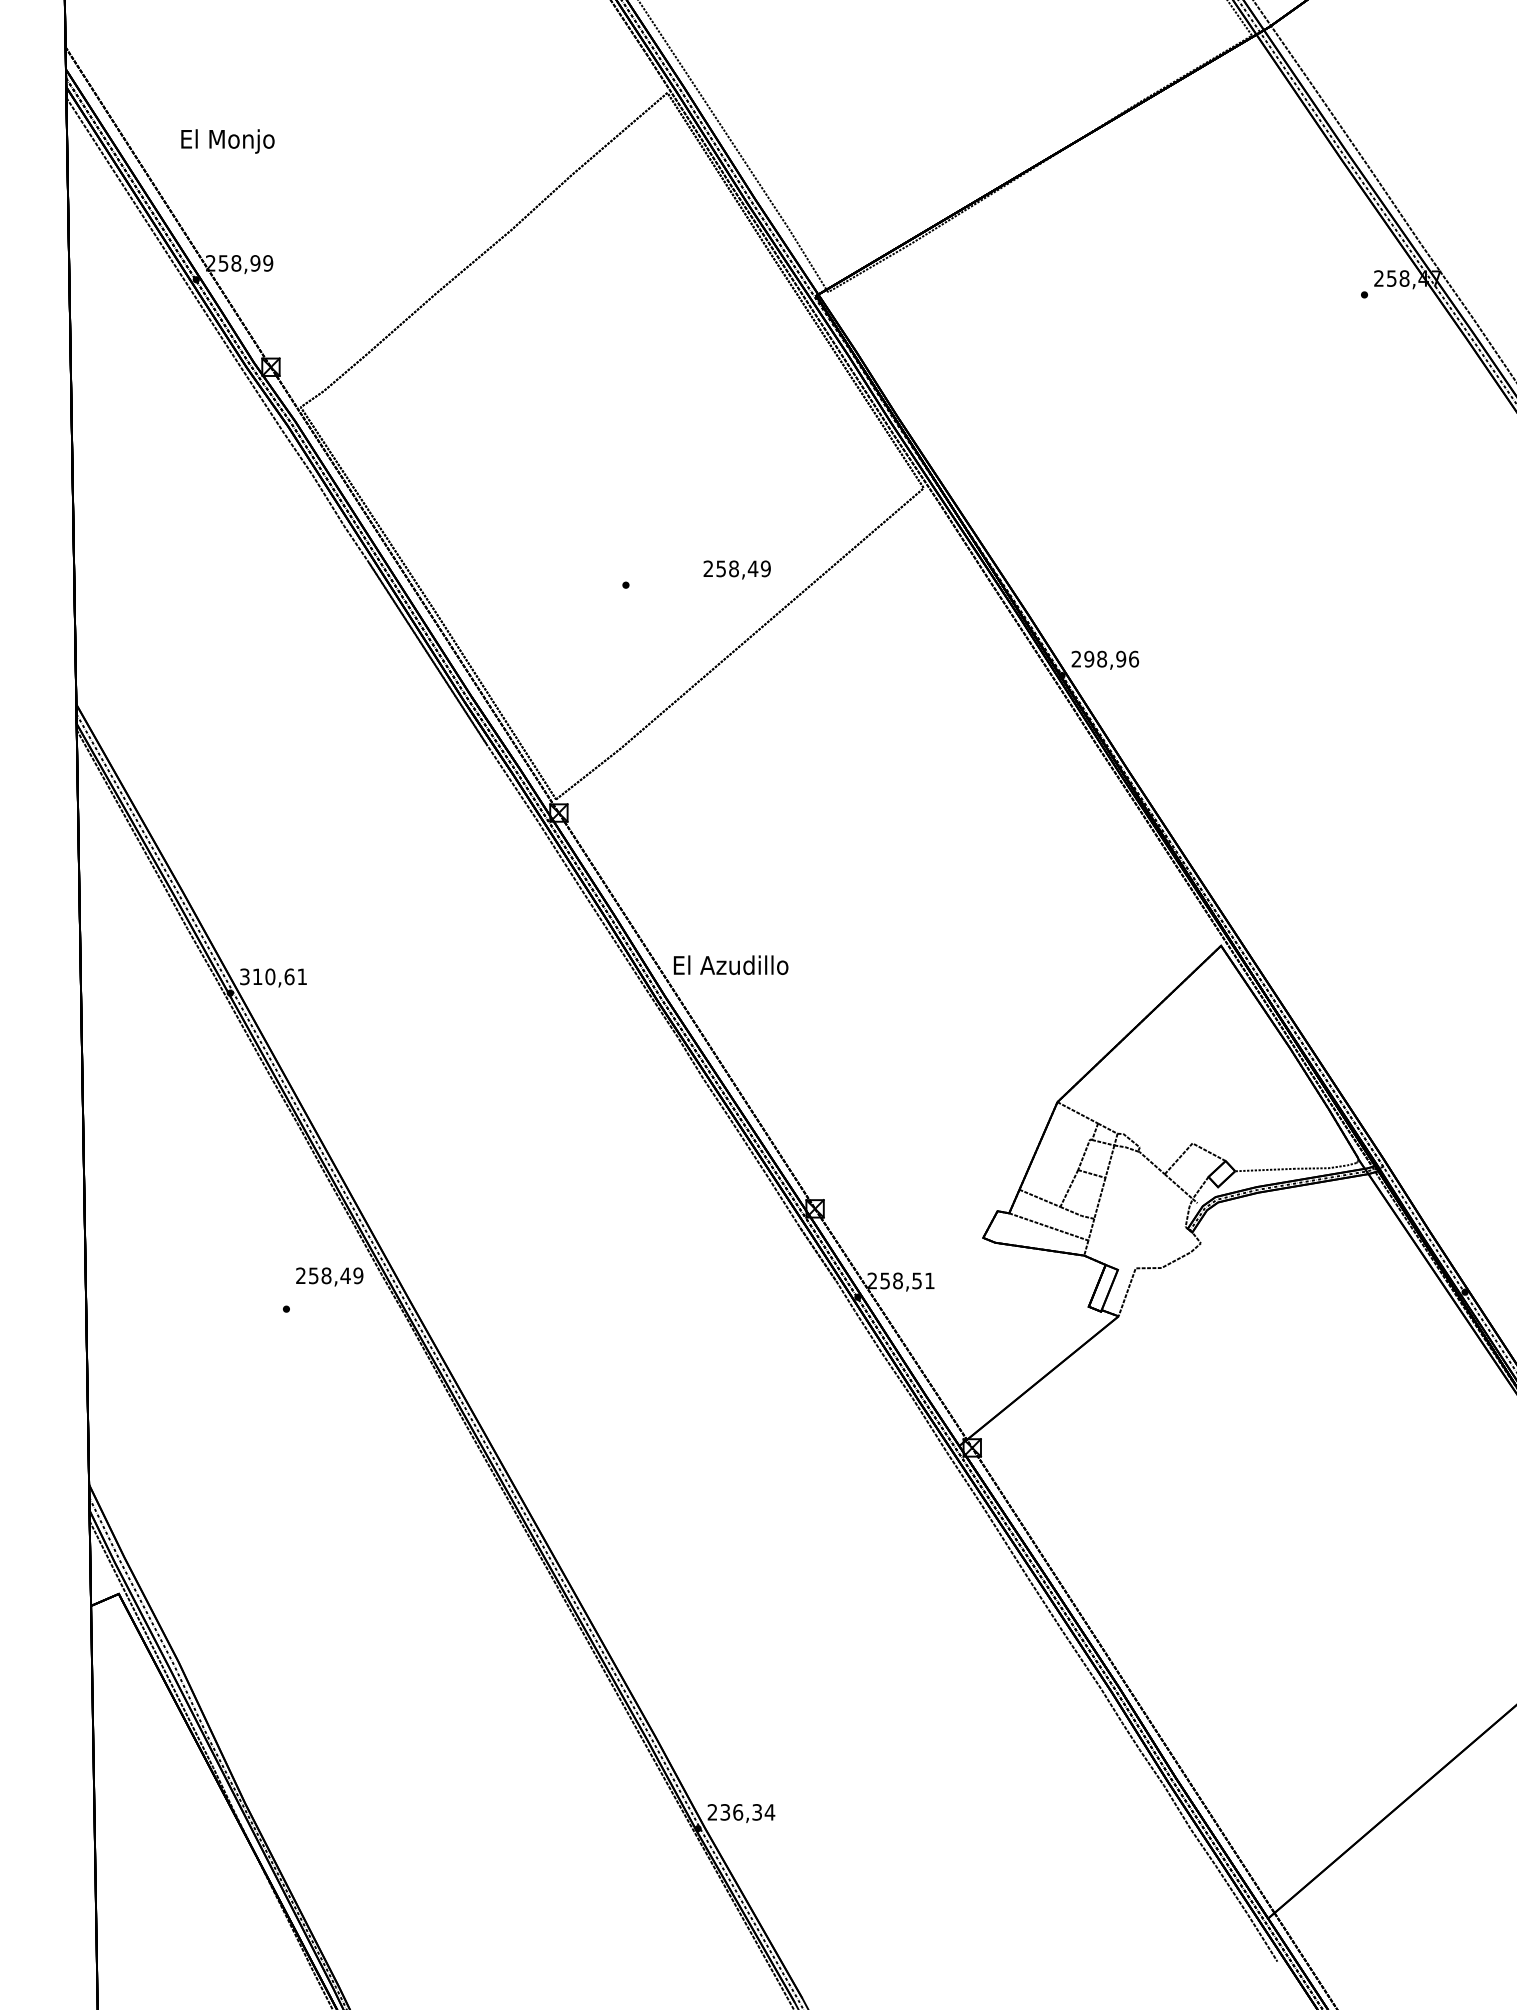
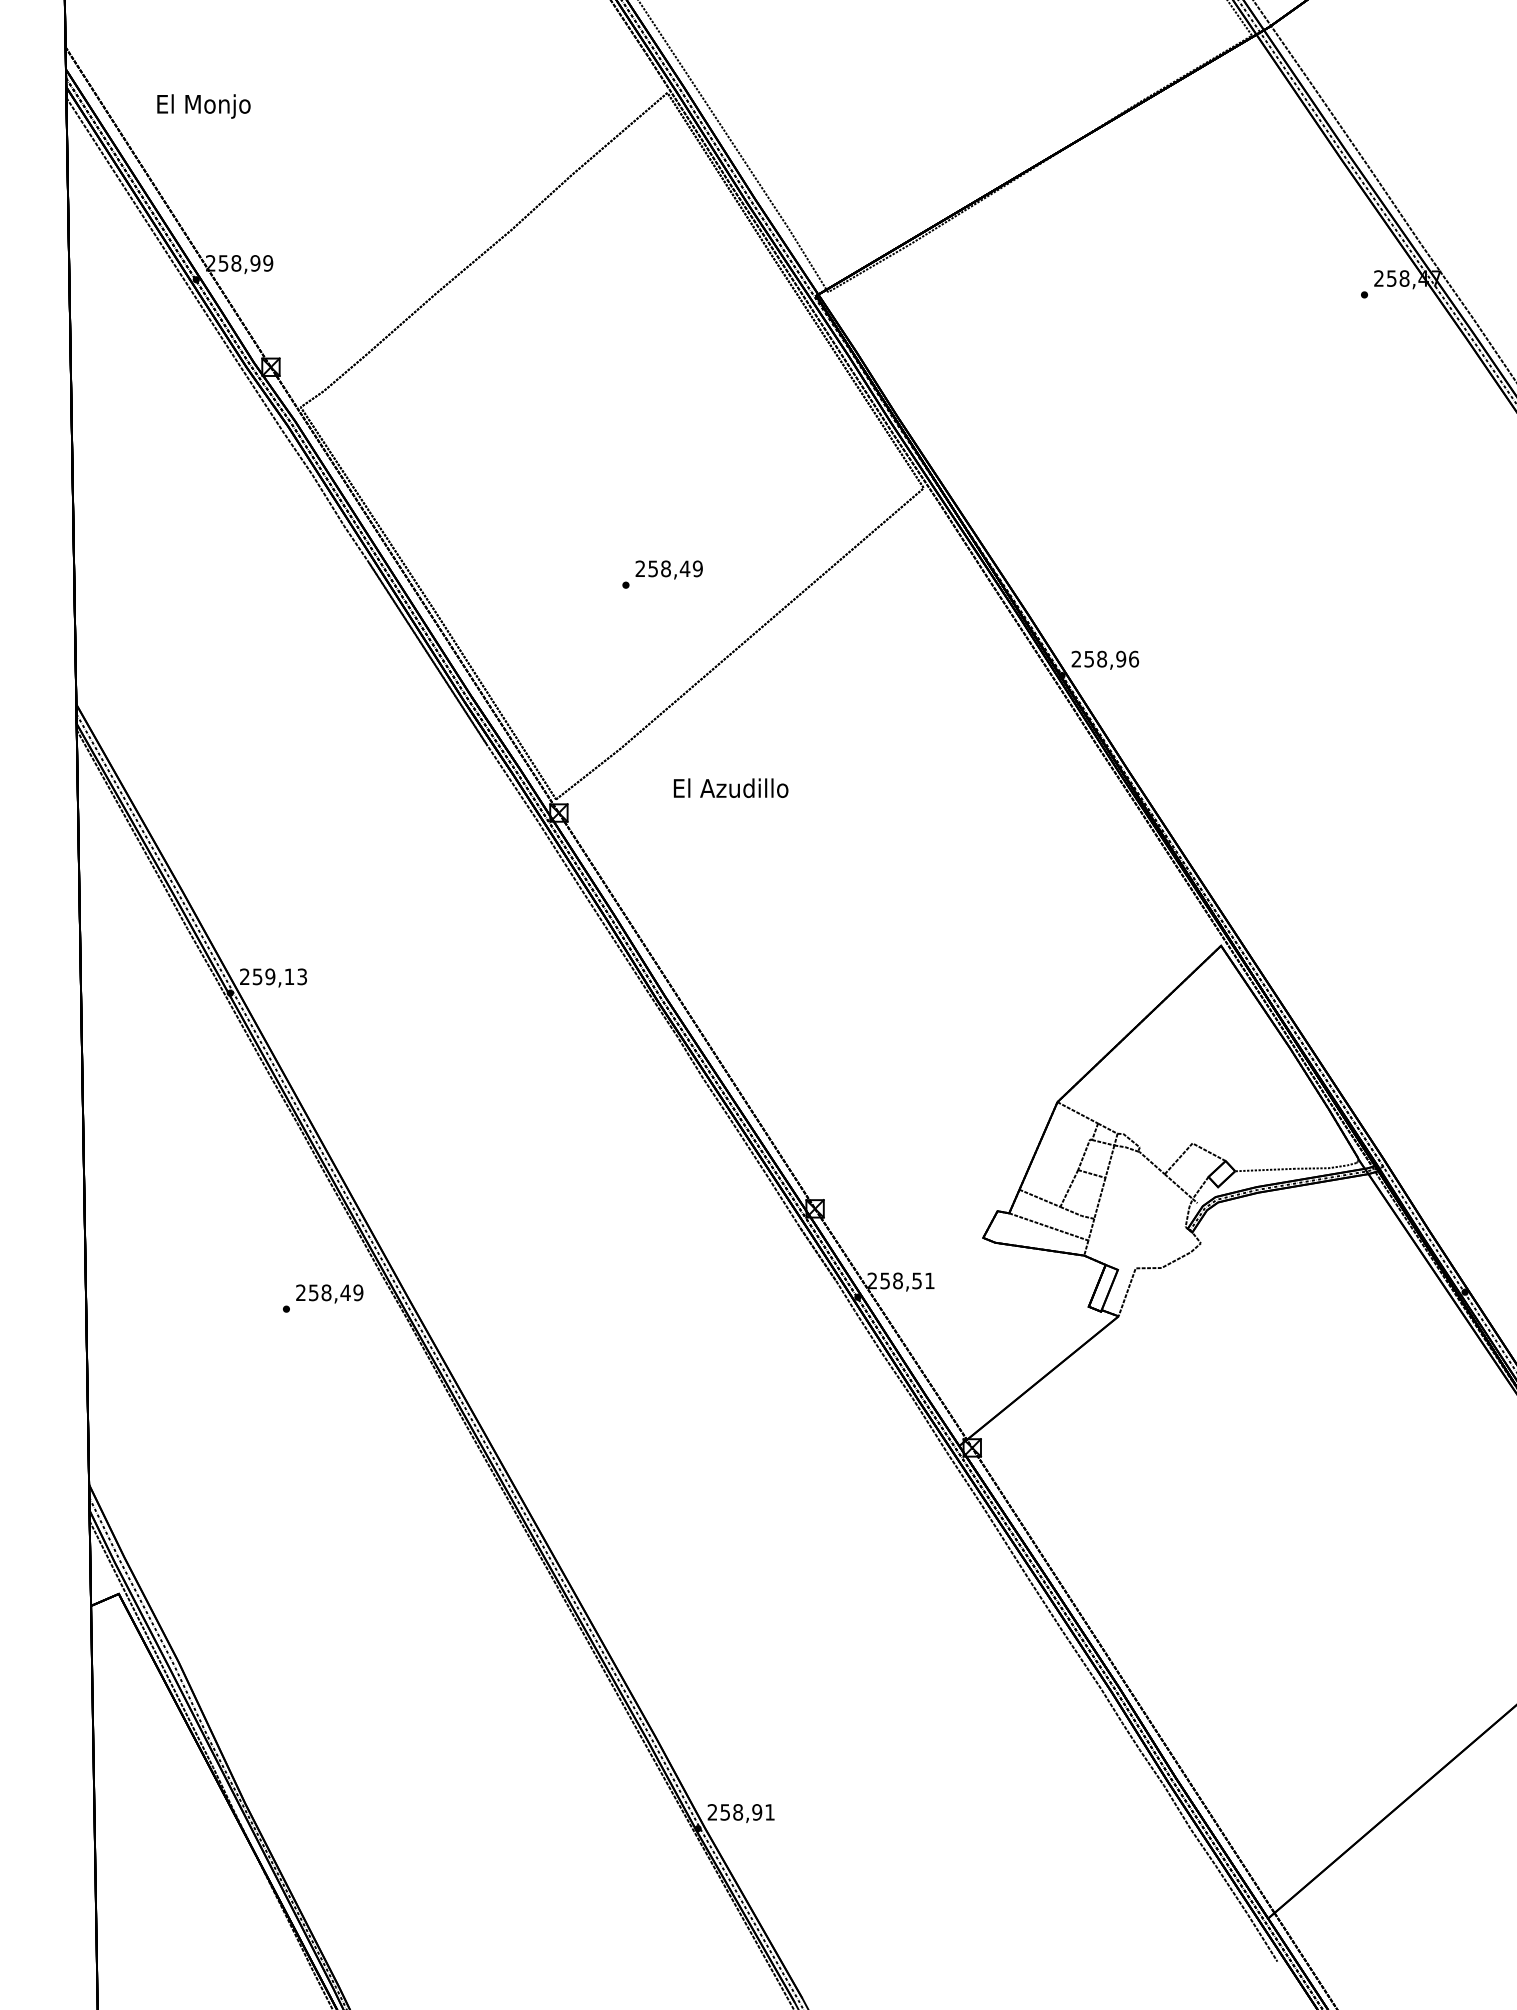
text at (227, 141) position: (227, 141) -> (203, 106)
text at (736, 569) position: (736, 569) -> (668, 569)
text at (1089, 658): 298,96 -> 258,96
text at (731, 964) position: (731, 964) -> (731, 787)
text at (273, 976): 310,61 -> 259,13
text at (329, 1276) position: (329, 1276) -> (329, 1293)
text at (748, 1812): 236,34 -> 258,91
